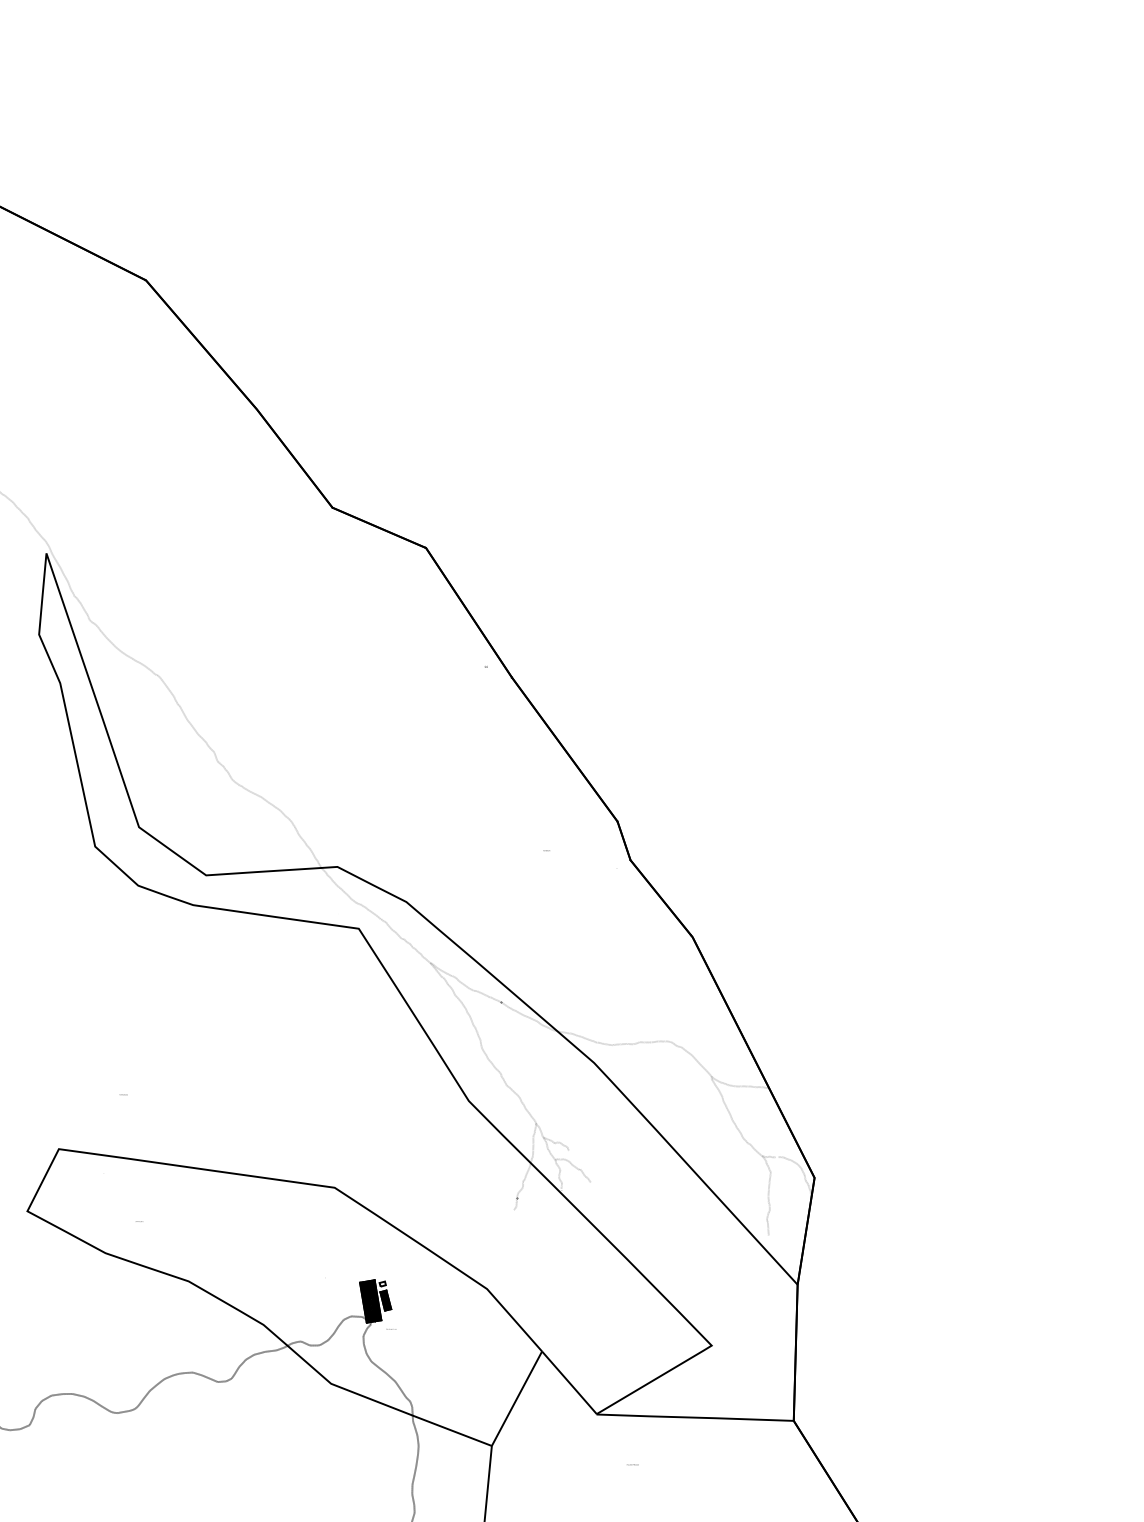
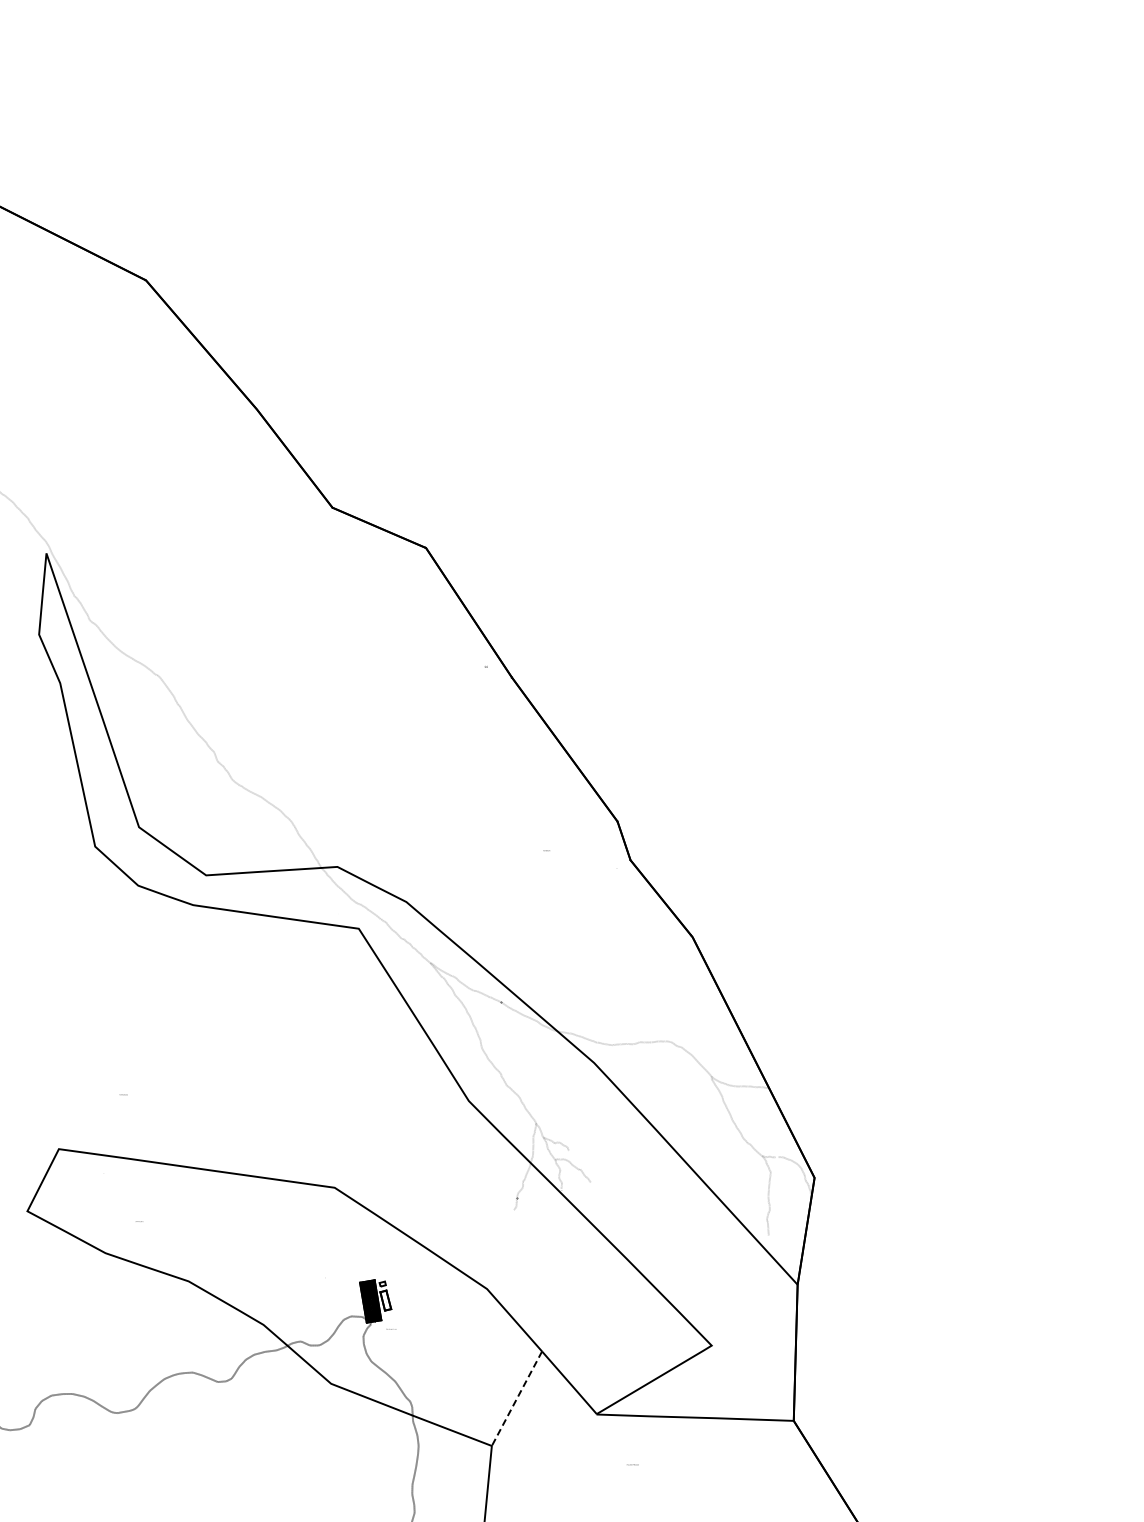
hatch at (385, 1300): present -> none
line at (517, 1398): solid -> dashed
